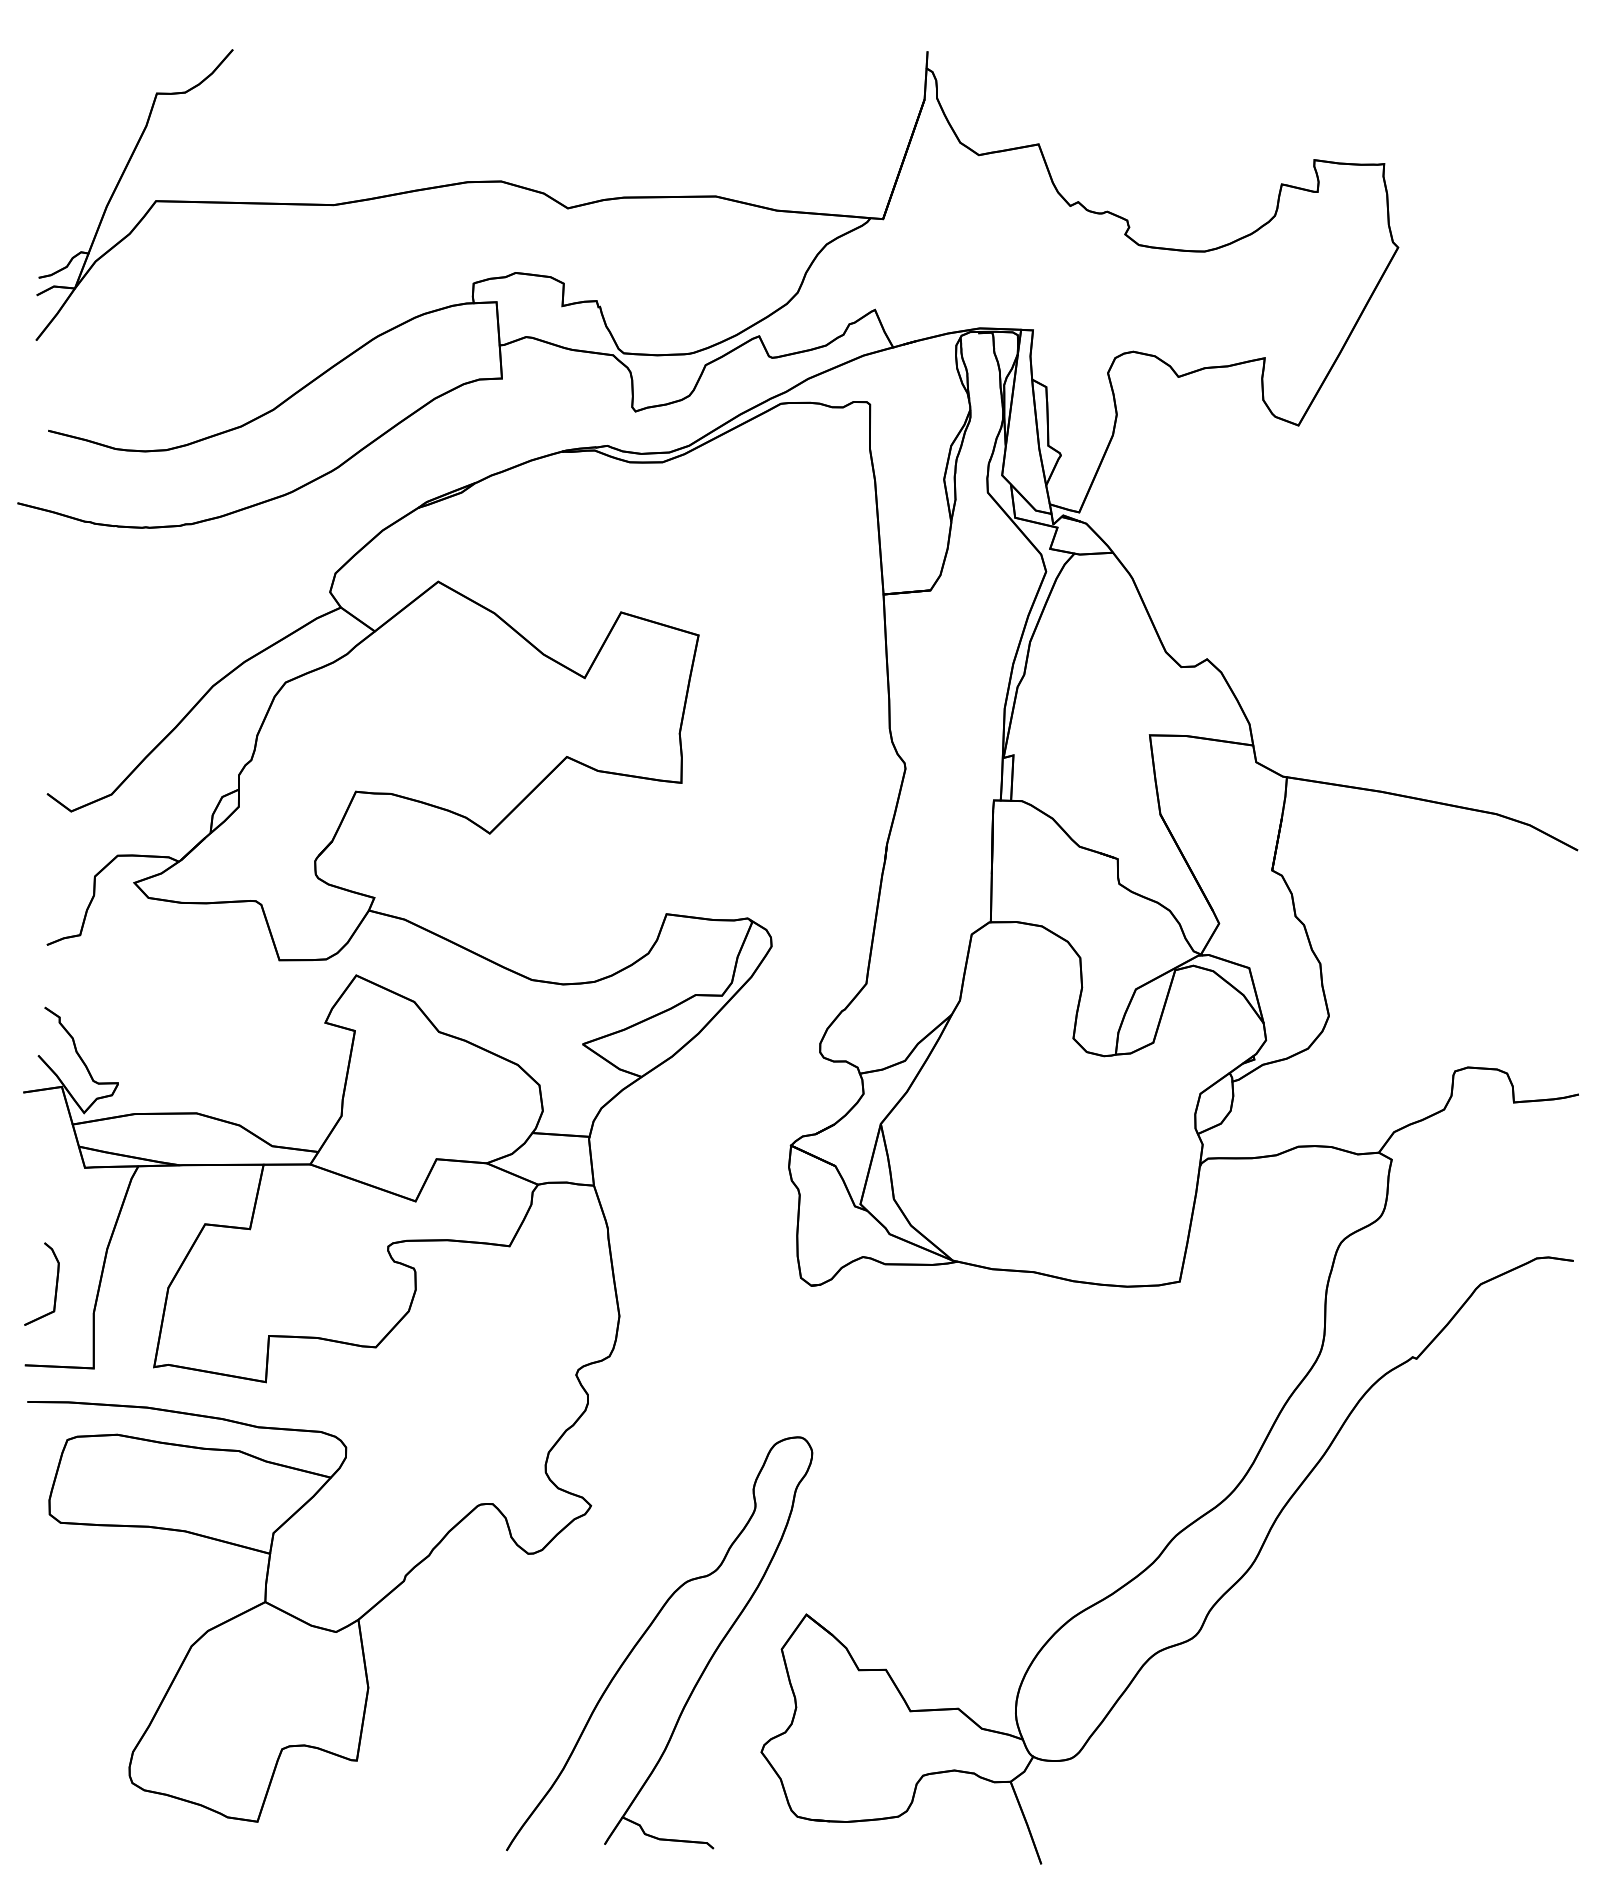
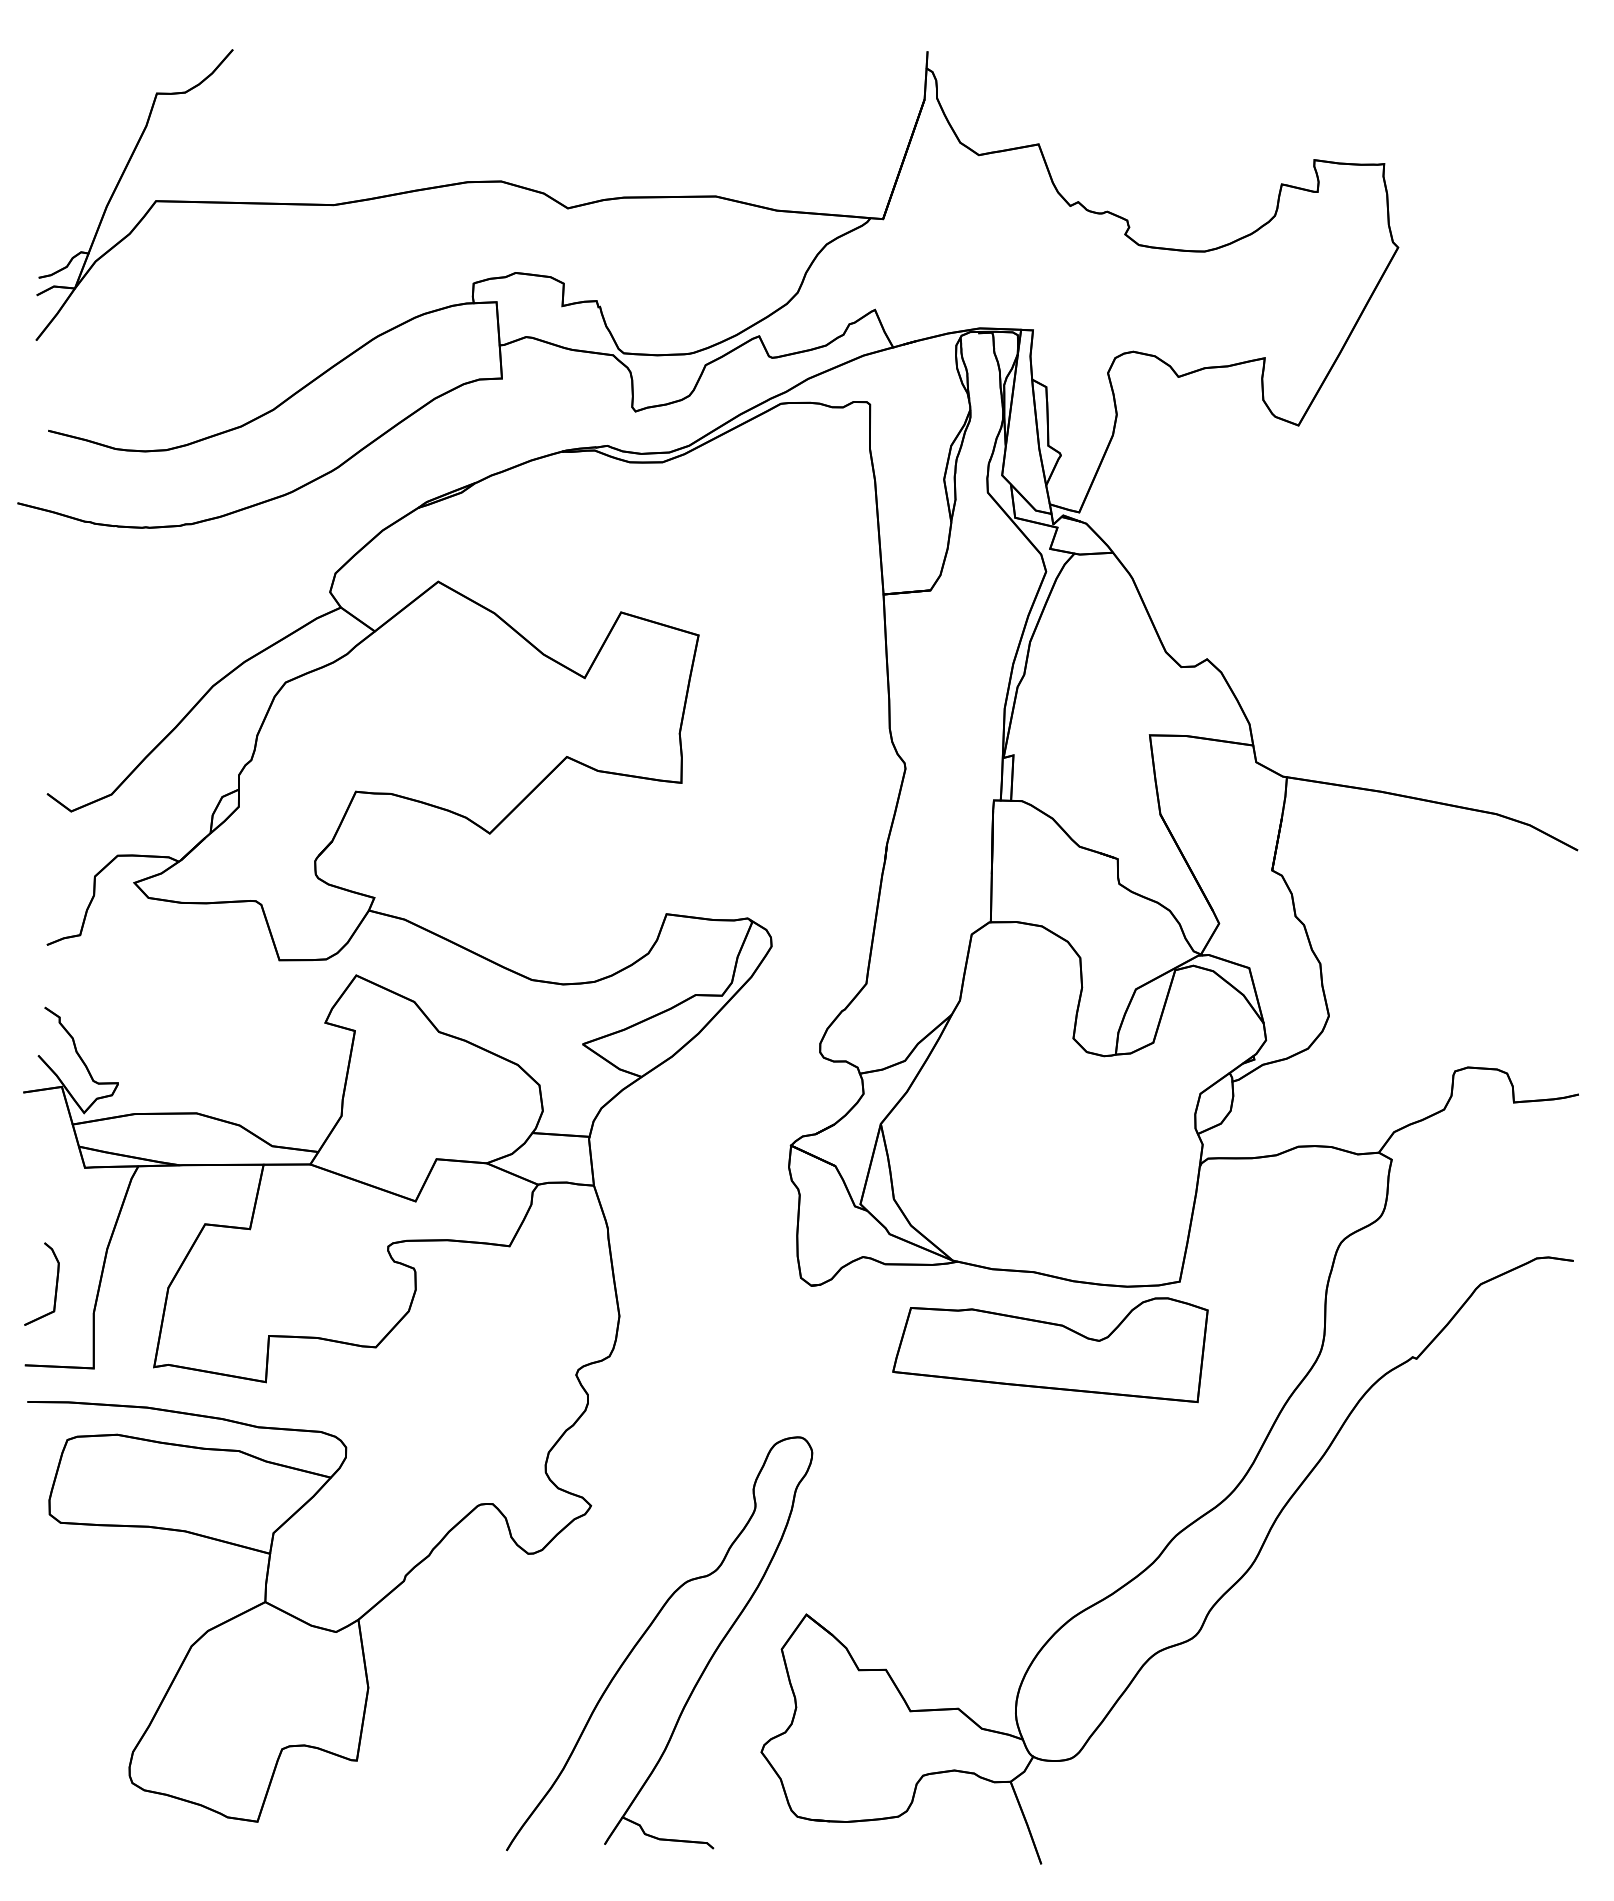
part at (1050, 1349): none -> present
